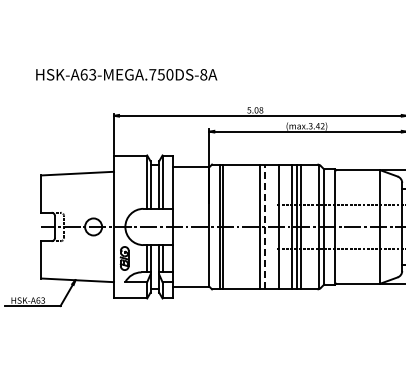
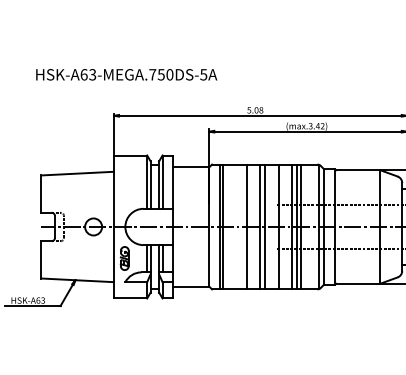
text at (203, 74): HSK-A63-MEGA.750DS-8A -> HSK-A63-MEGA.750DS-5A
line at (246, 226): none -> present
line at (264, 226): dashed -> solid
